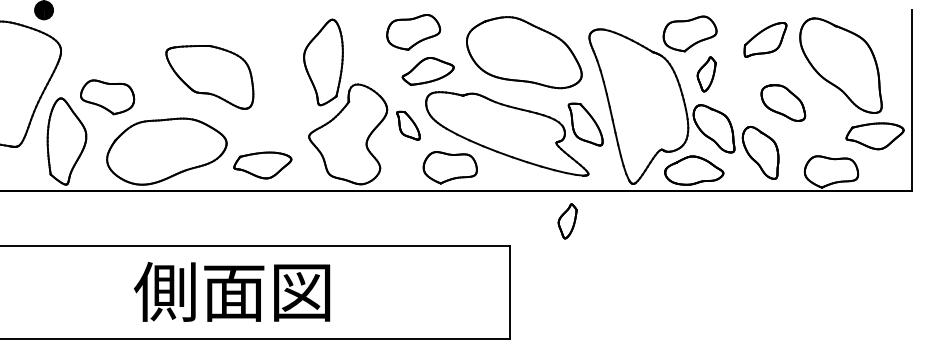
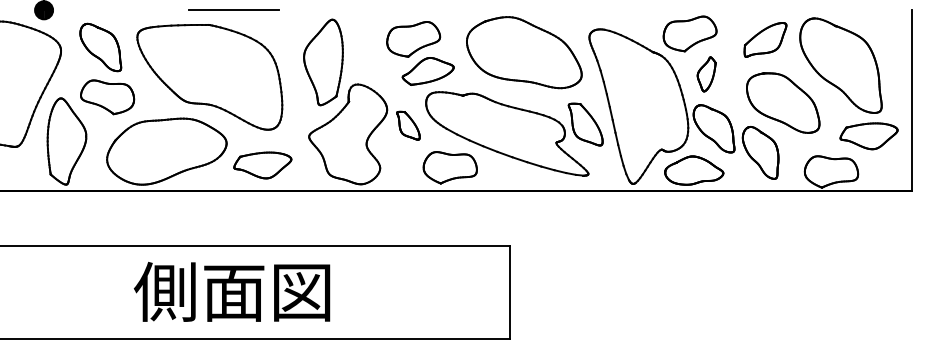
line at (234, 10): none -> present
part at (413, 32) position: (413, 32) -> (413, 39)
part at (100, 47): none -> present
part at (209, 77) size: 90x65 px -> 148x107 px
part at (783, 102) size: 47x38 px -> 75x62 px
part at (874, 136) position: (874, 136) -> (868, 136)
part at (567, 221): present -> none
